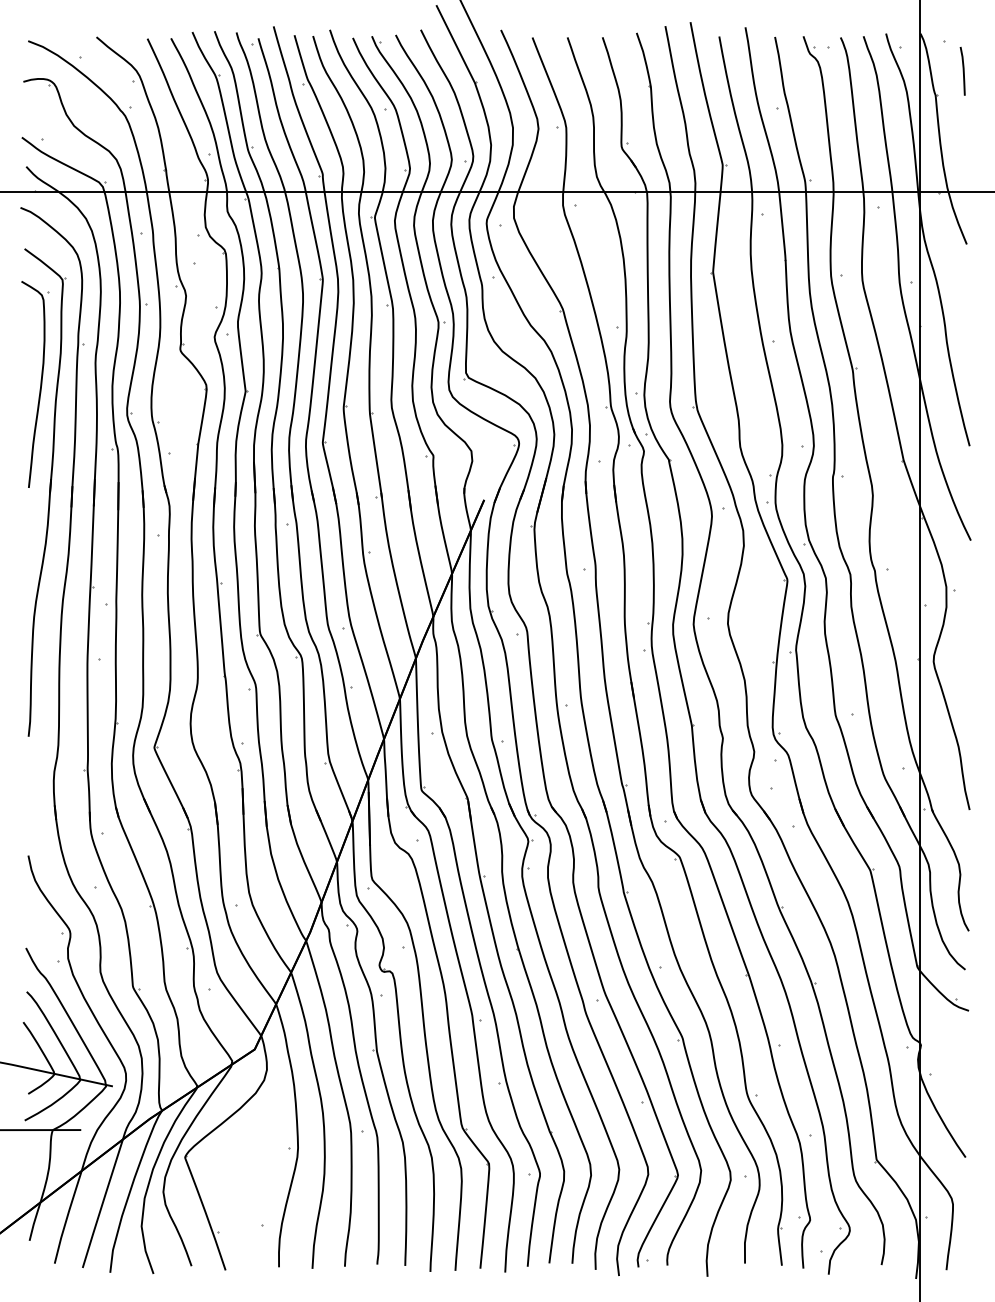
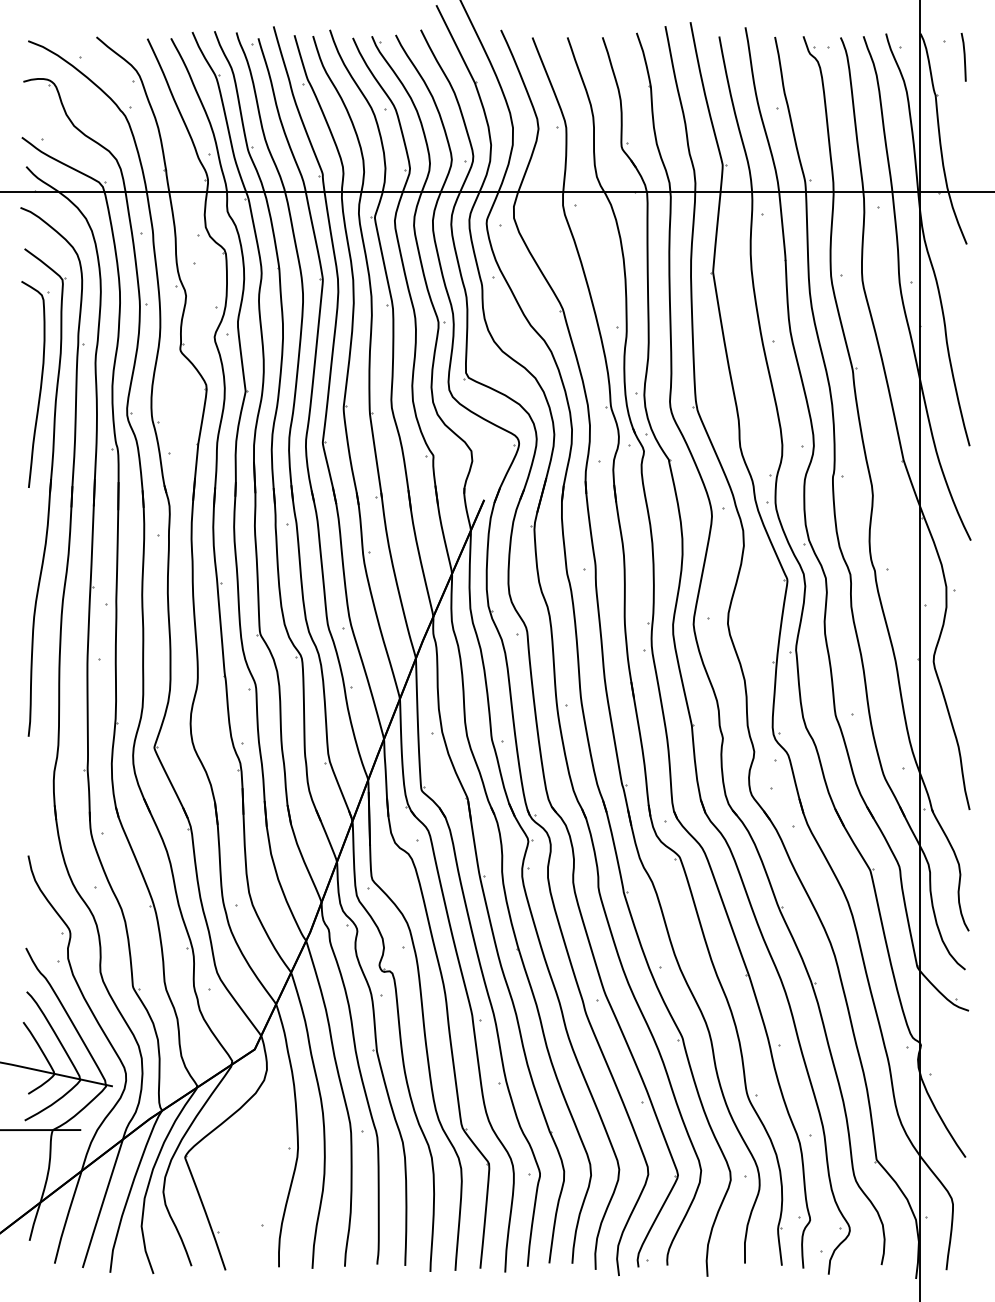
line at (962, 71) position: (962, 71) -> (963, 57)
